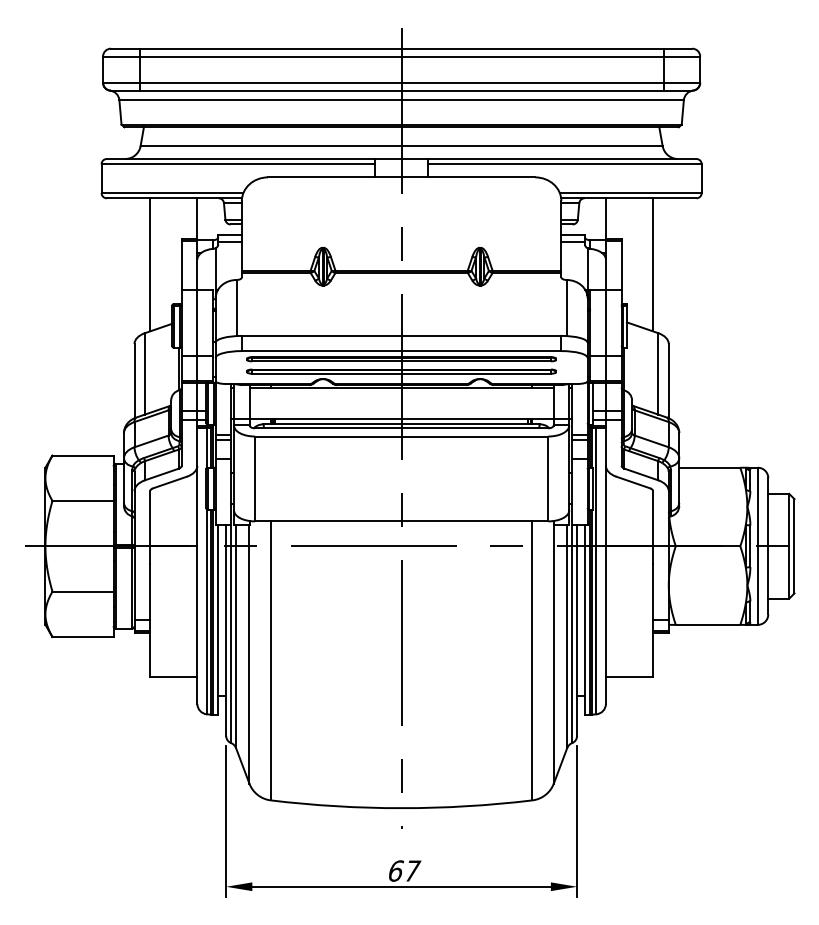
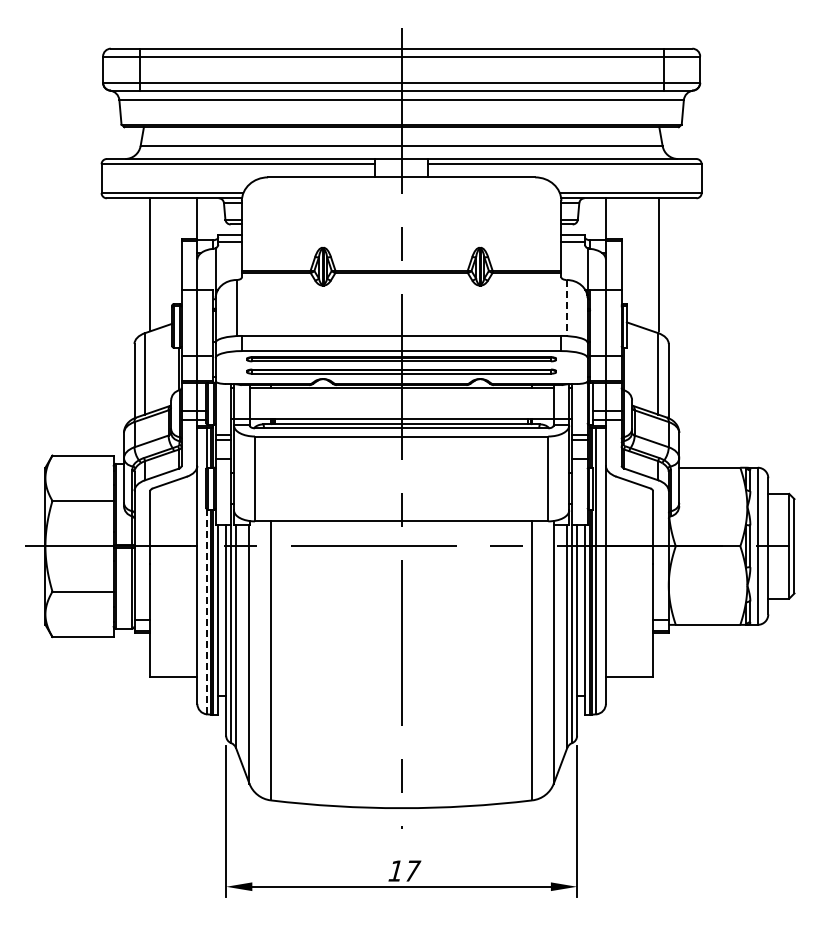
line at (653, 264) position: (653, 264) -> (659, 264)
line at (566, 308): solid -> dashed
line at (206, 611): solid -> dashed
text at (396, 870): 67 -> 17
